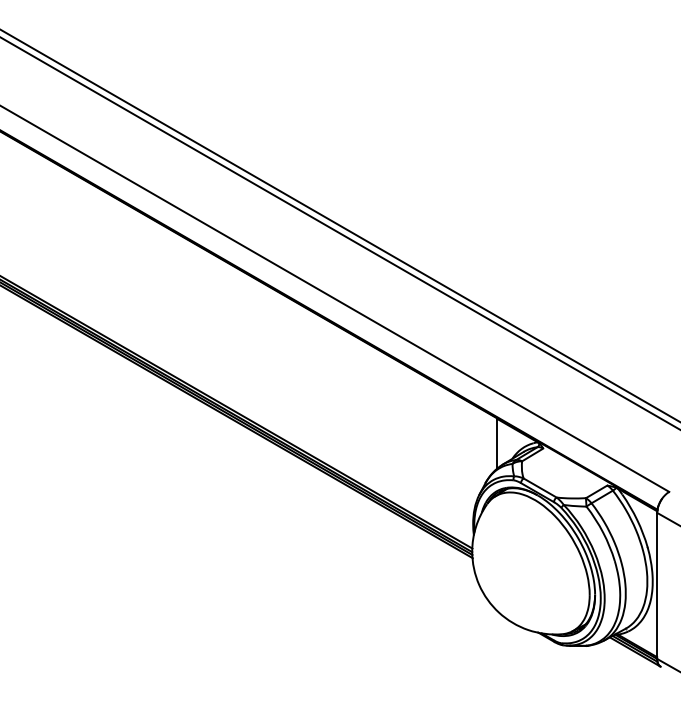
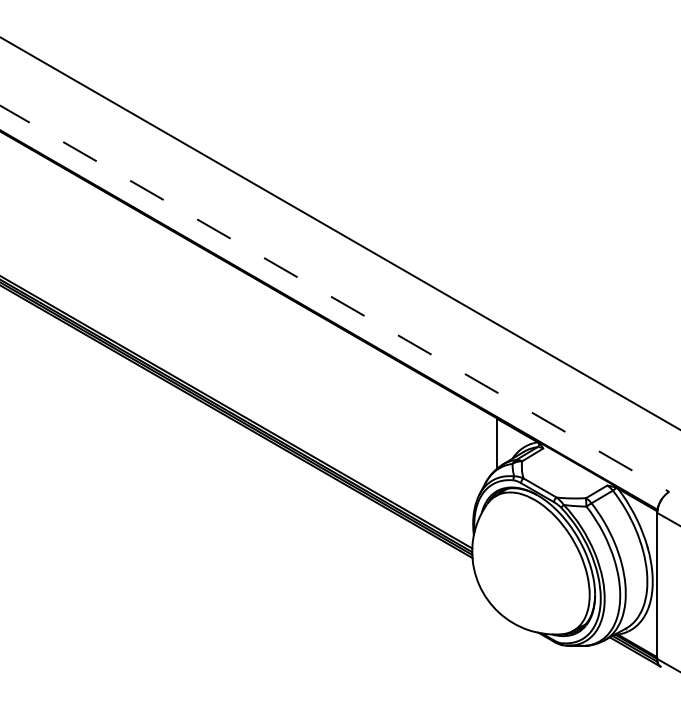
line at (339, 225): present -> none
line at (335, 298): solid -> dashed
